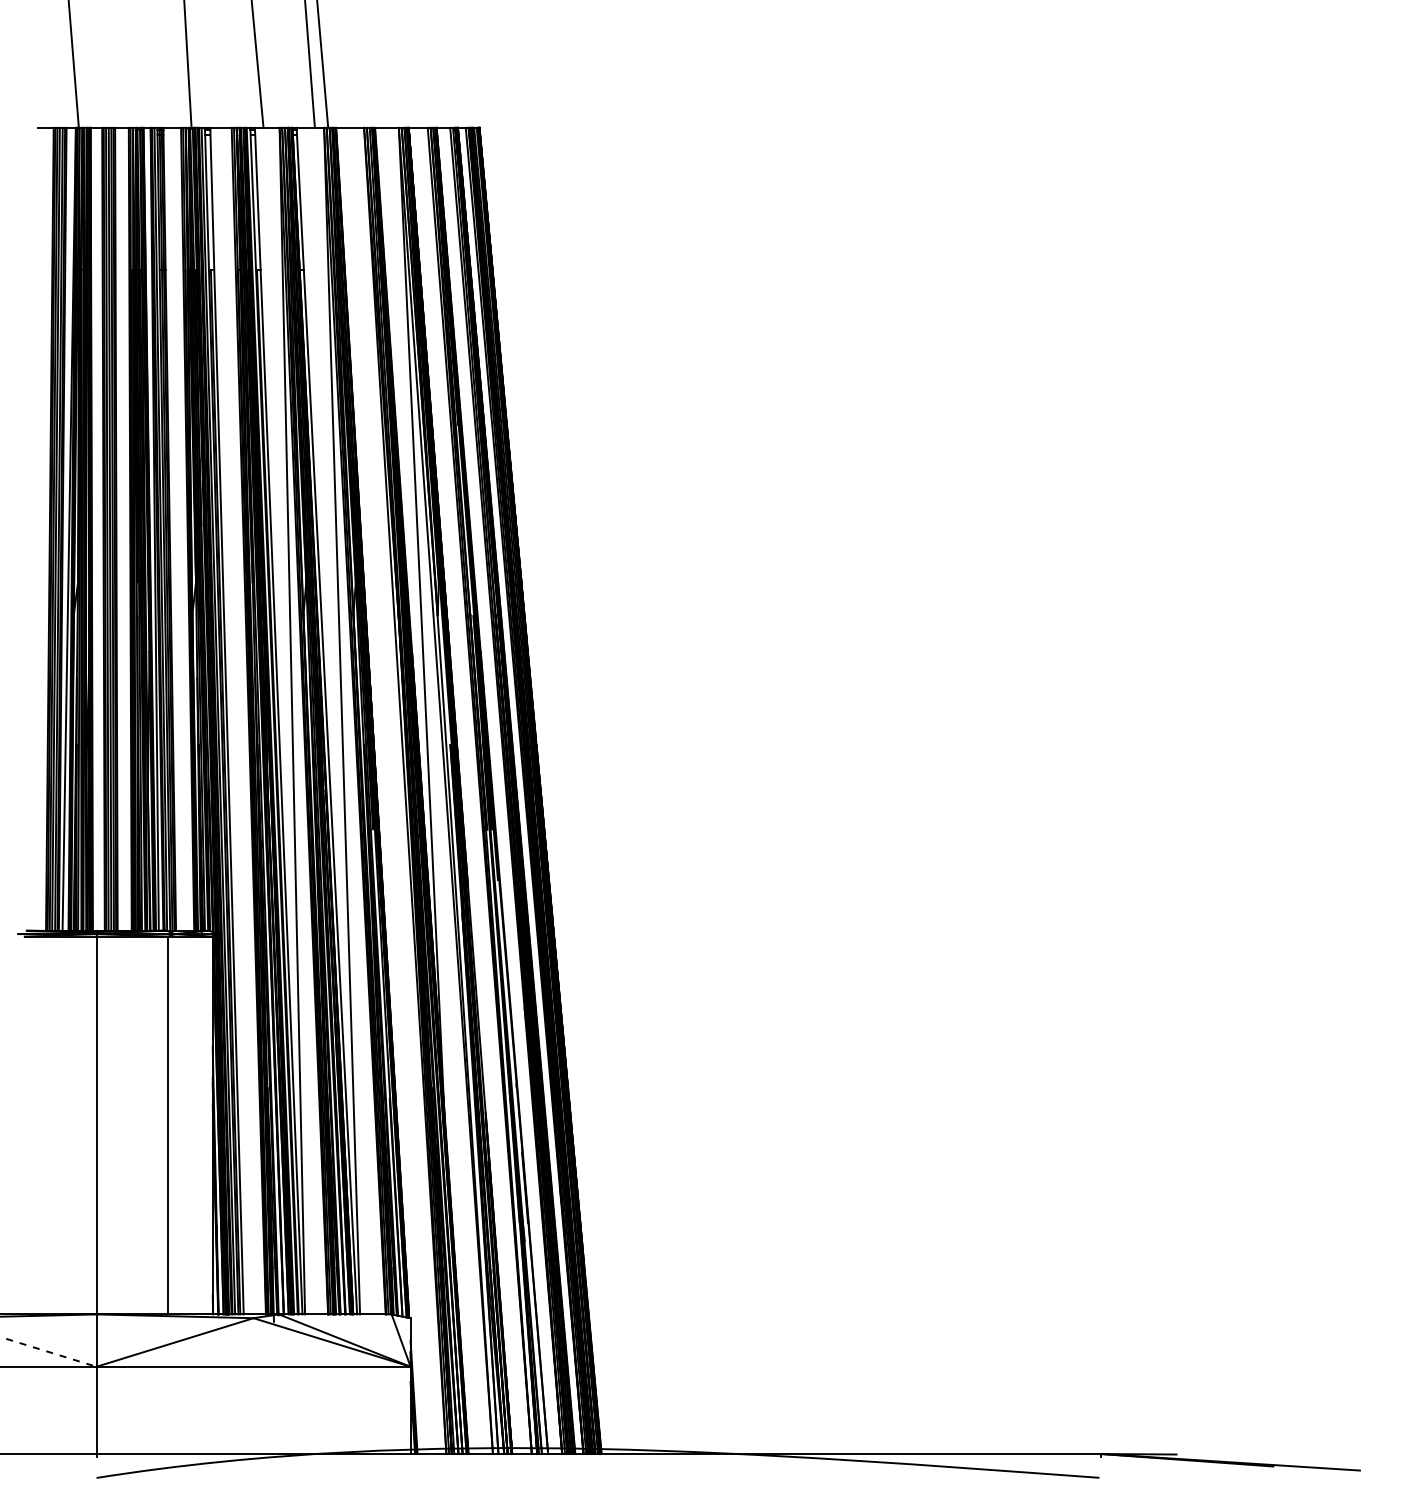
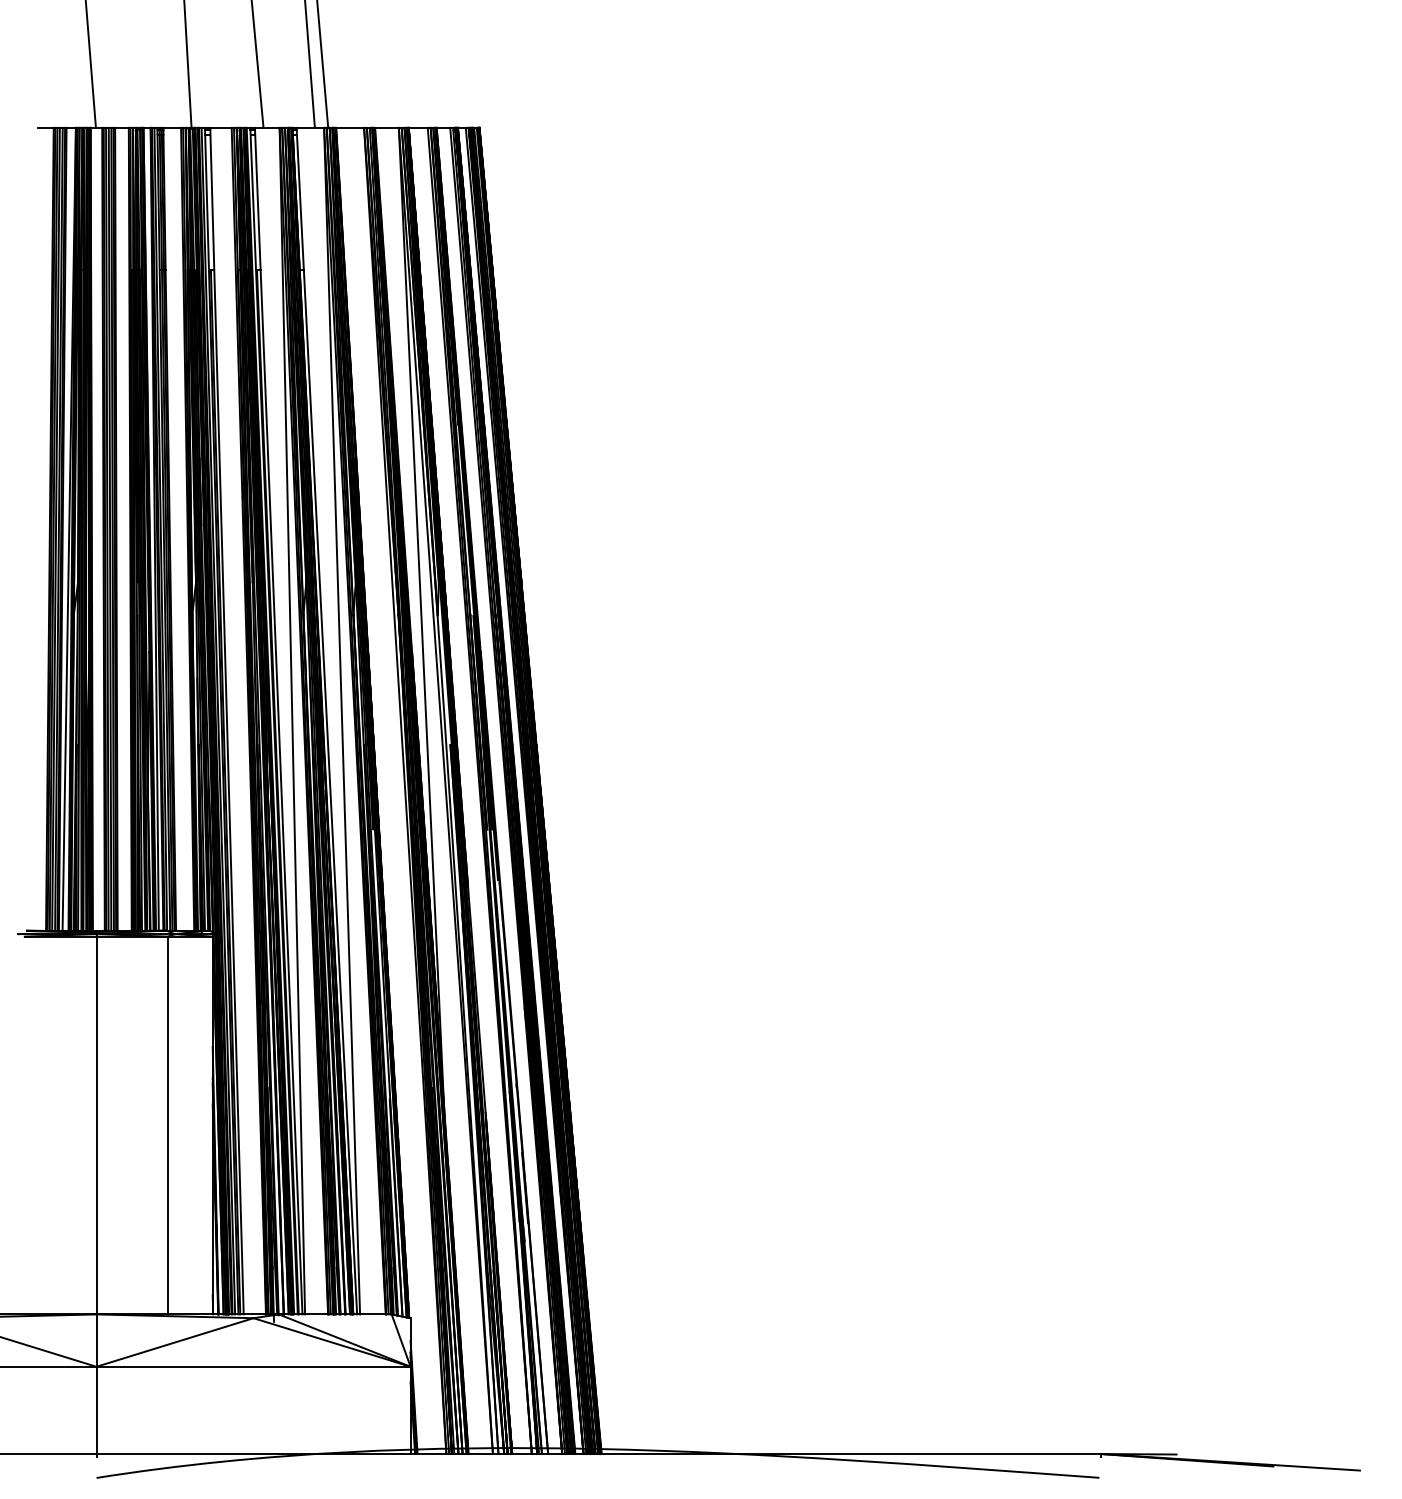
line at (73, 65) position: (73, 65) -> (90, 64)
line at (48, 1352): dashed -> solid
